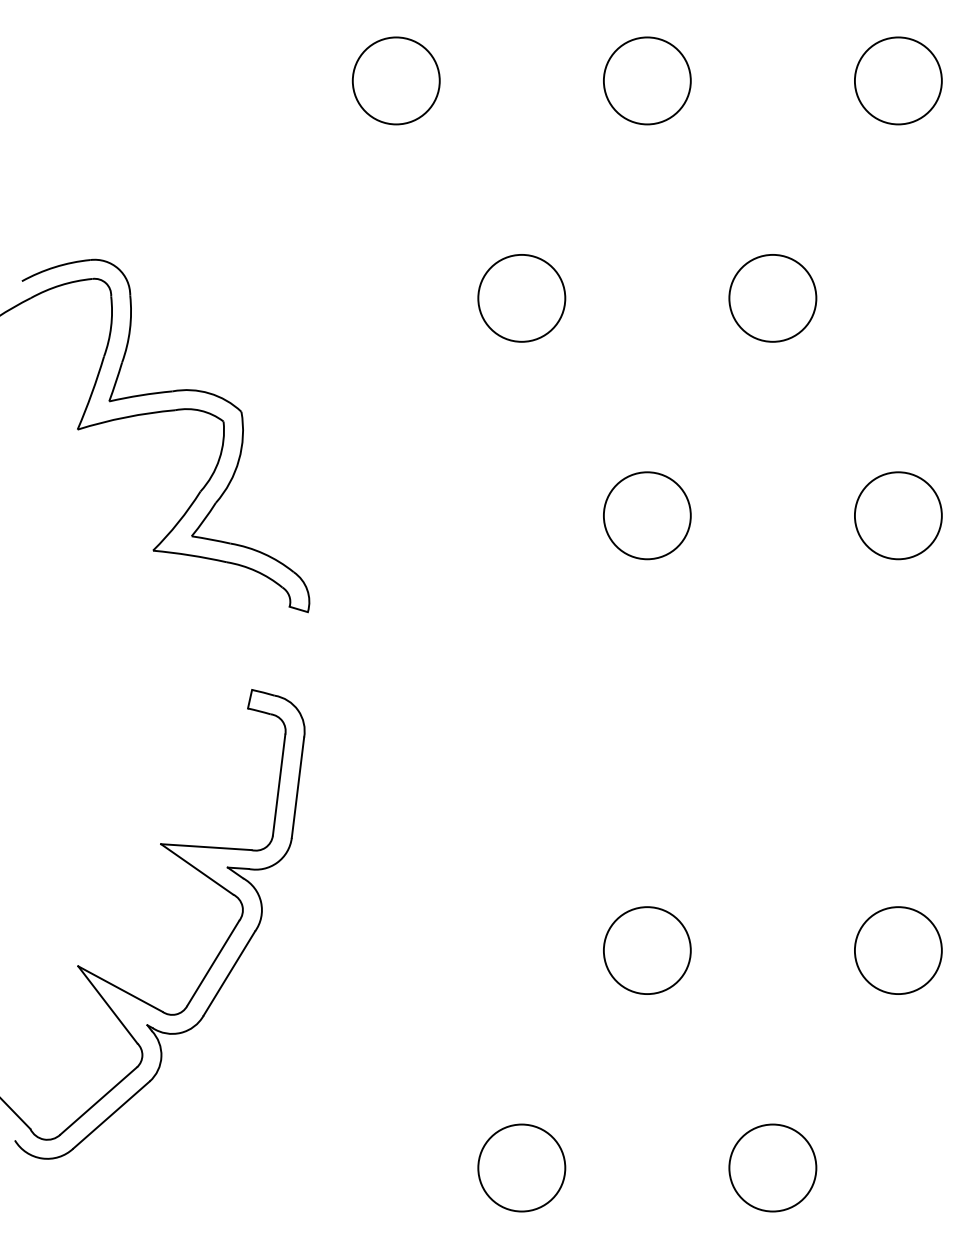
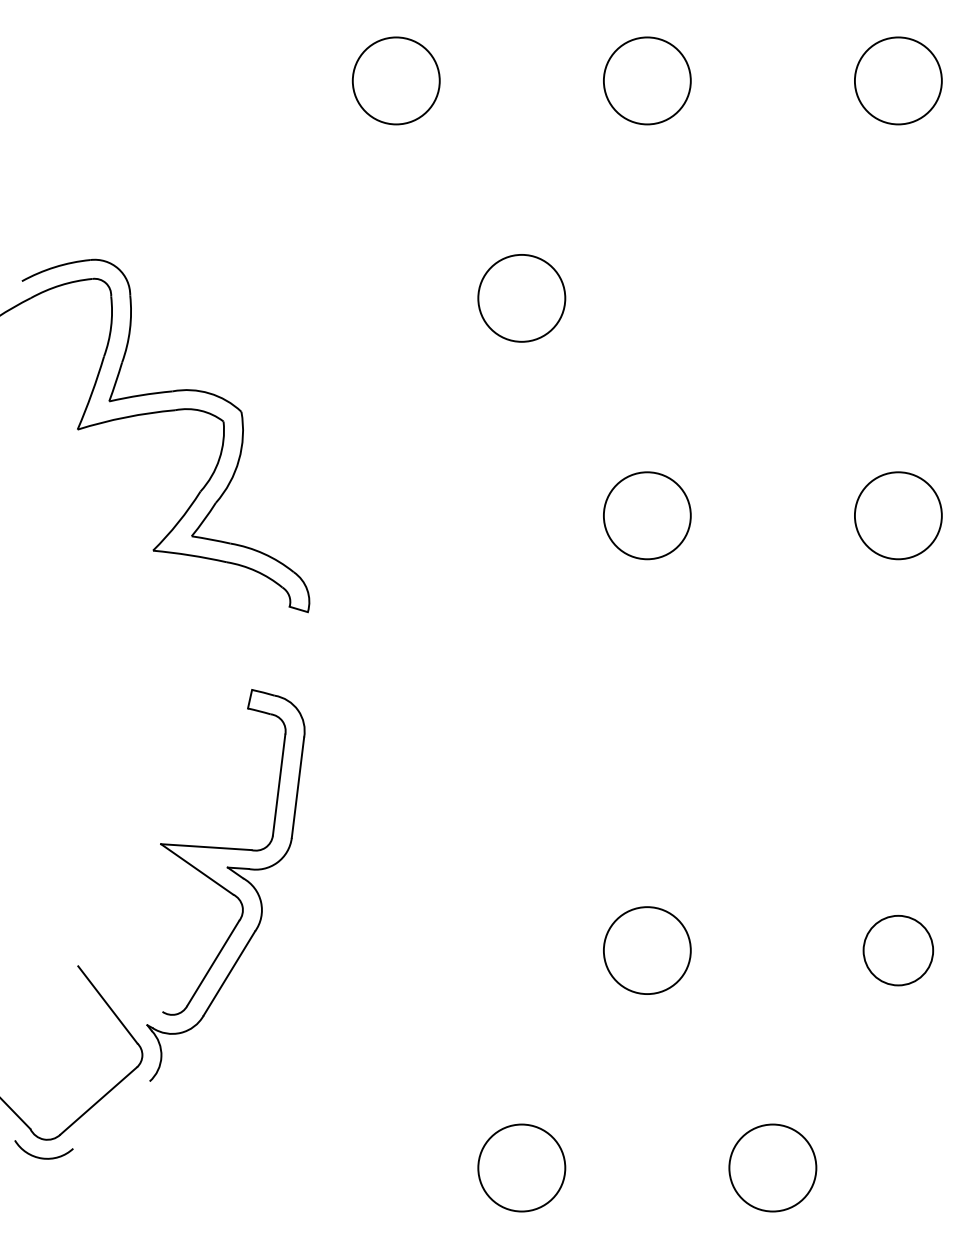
circle at (772, 298): present -> none
circle at (897, 950) diameter: 87 px -> 70 px
line at (120, 988): present -> none
line at (111, 1114): present -> none
